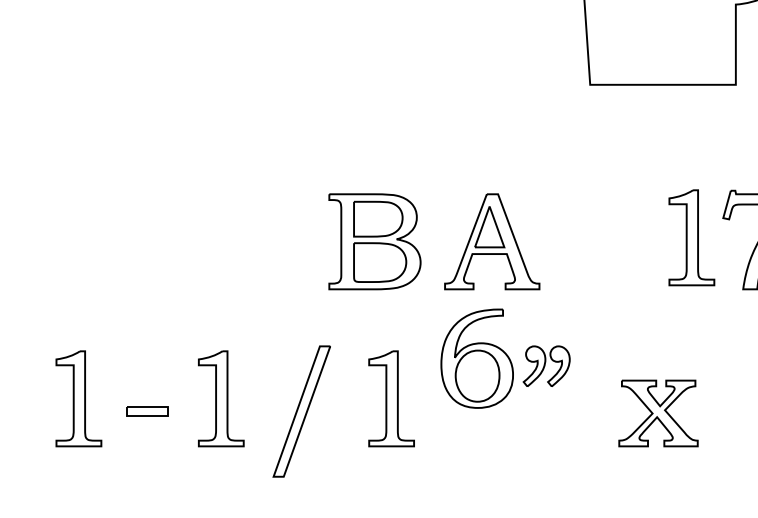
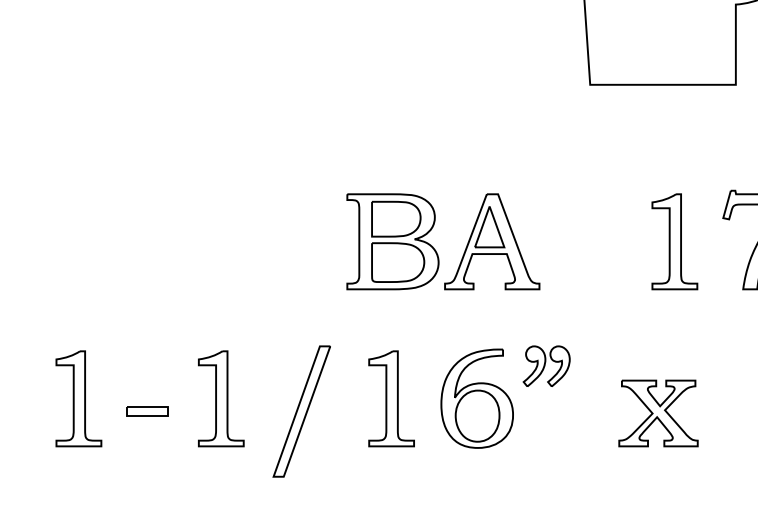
part at (691, 237) position: (691, 237) -> (674, 241)
part at (374, 241) position: (374, 241) -> (392, 241)
part at (476, 358) position: (476, 358) -> (476, 398)
